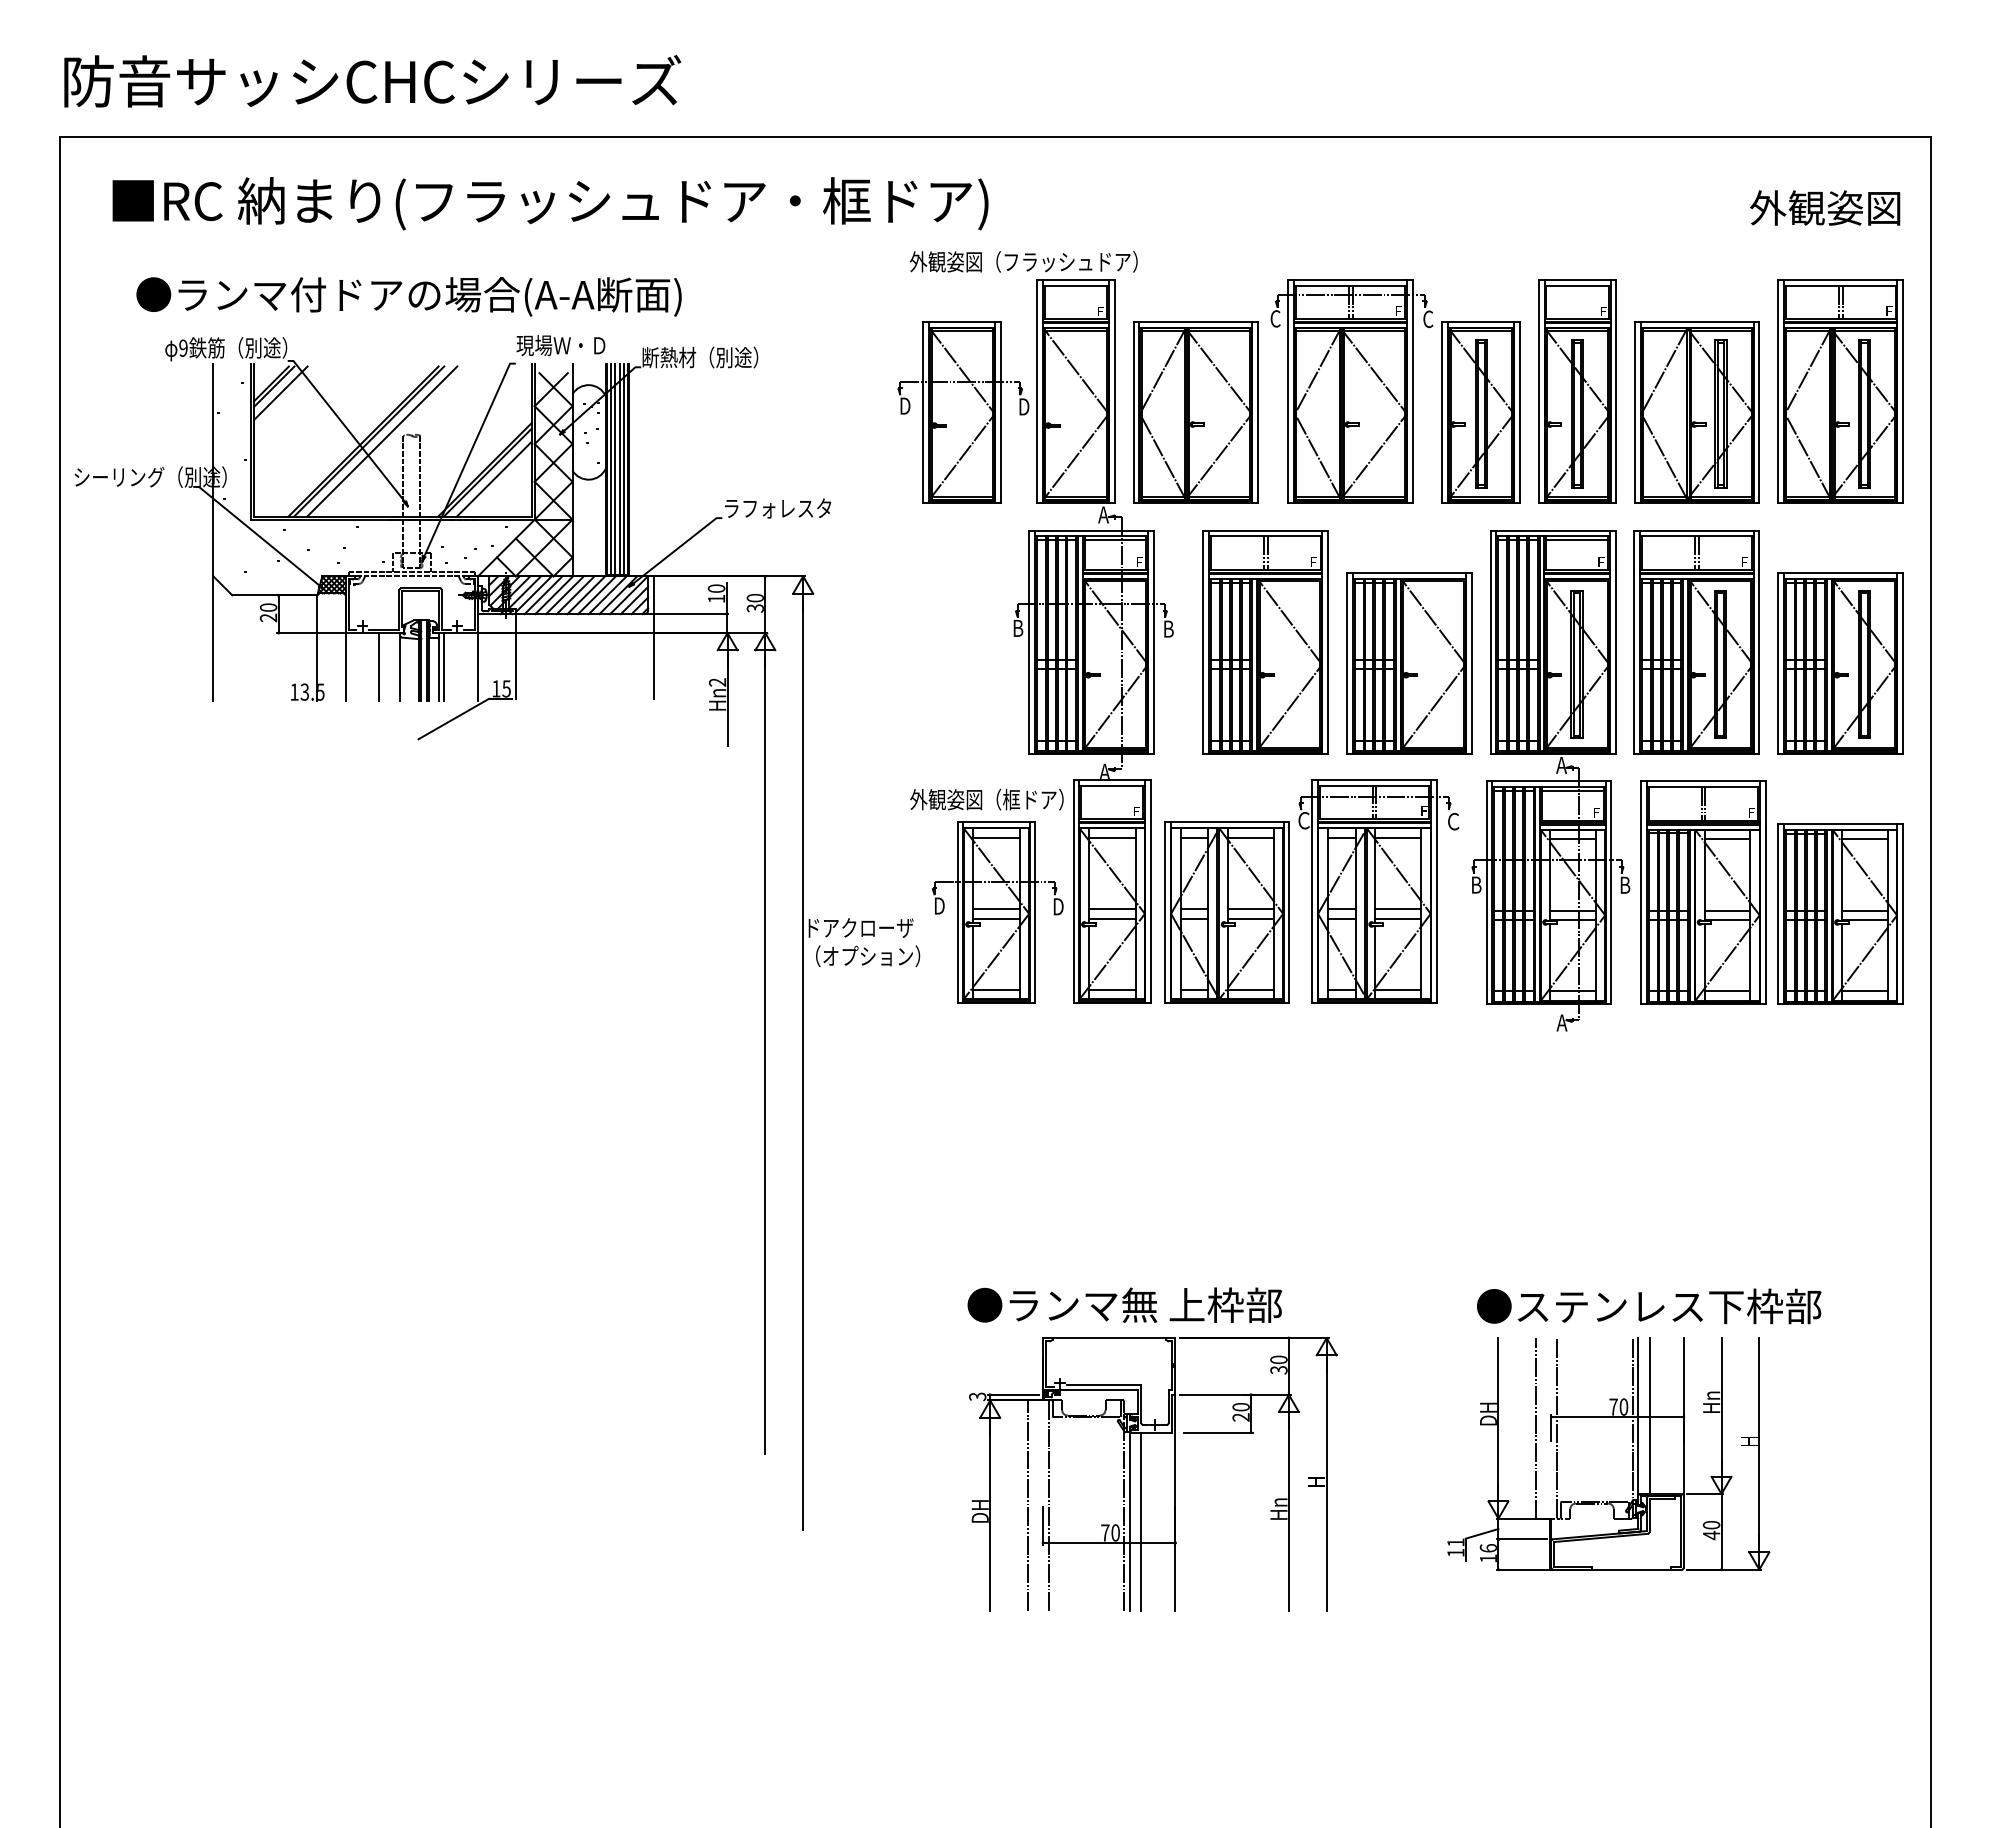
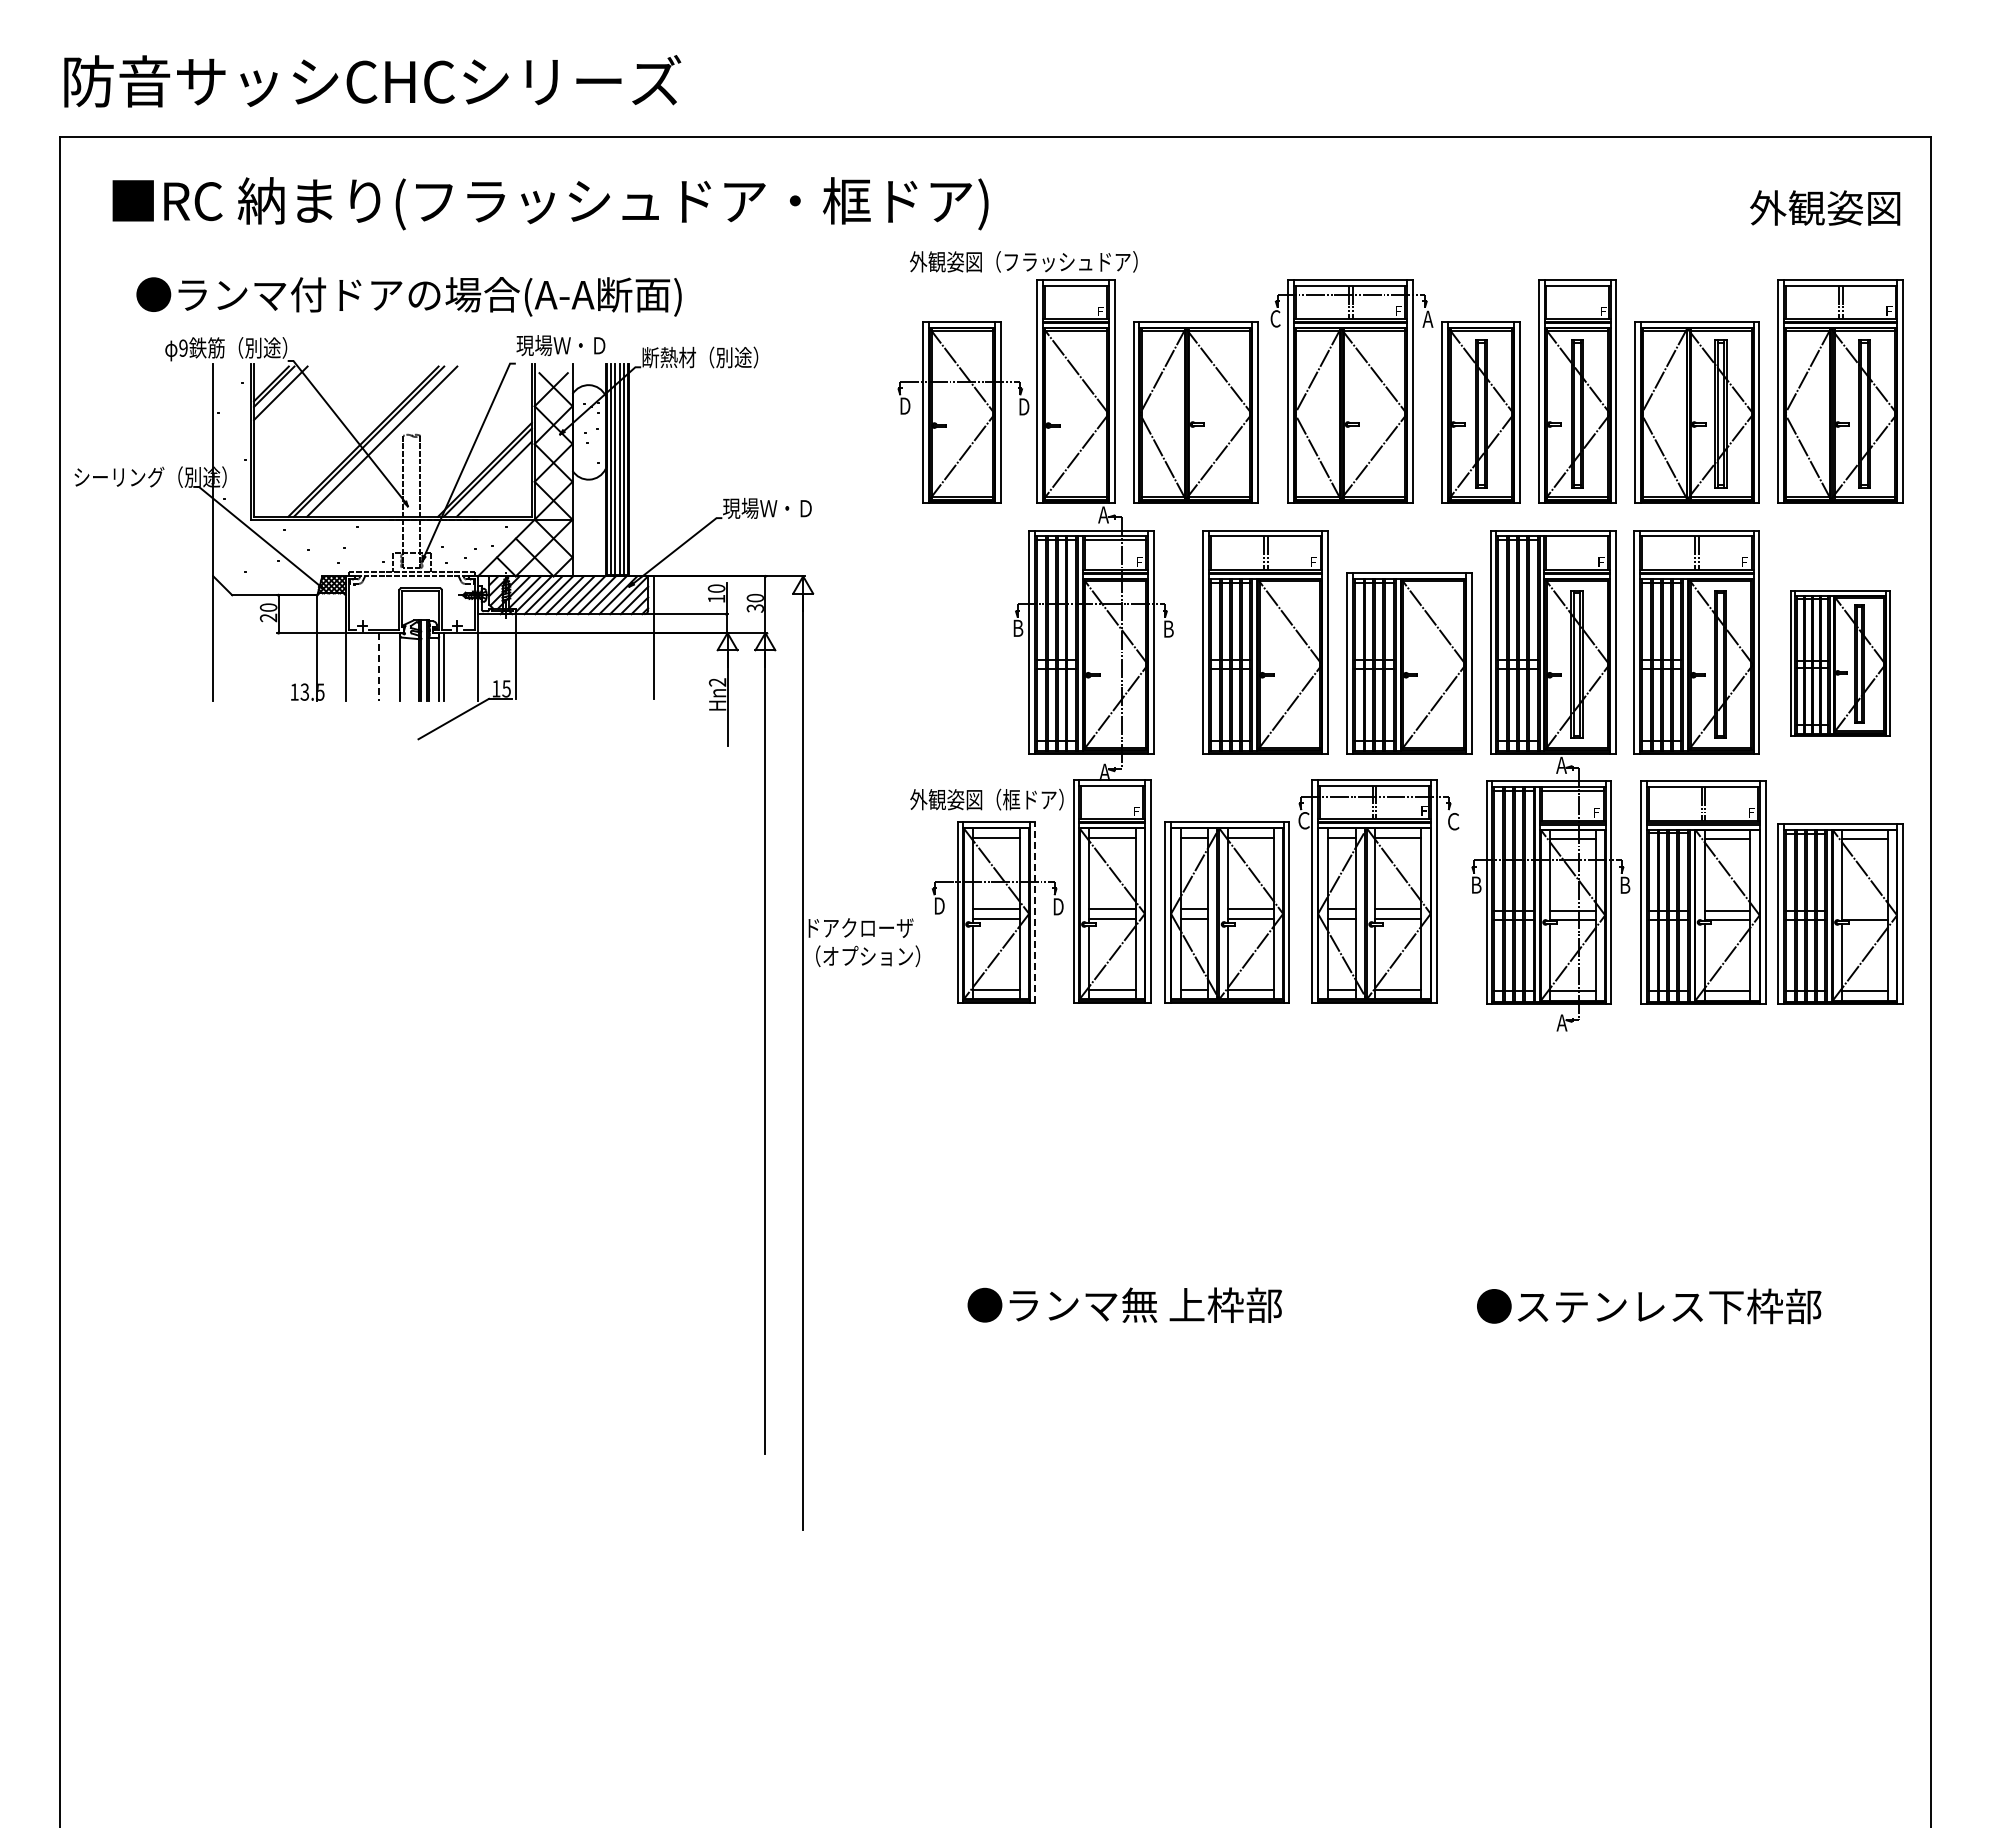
text at (1427, 319): C -> A
text at (777, 507): ラフォレスタ -> 現場Ｗ・Ｄ
line at (1576, 540): present -> none
part at (1840, 663) size: 127x183 px -> 101x147 px
line at (378, 667): solid -> dashed
line at (1864, 910): present -> none
line at (1035, 912): solid -> dashed
part at (1632, 1454): present -> none
part at (1153, 1473): present -> none
